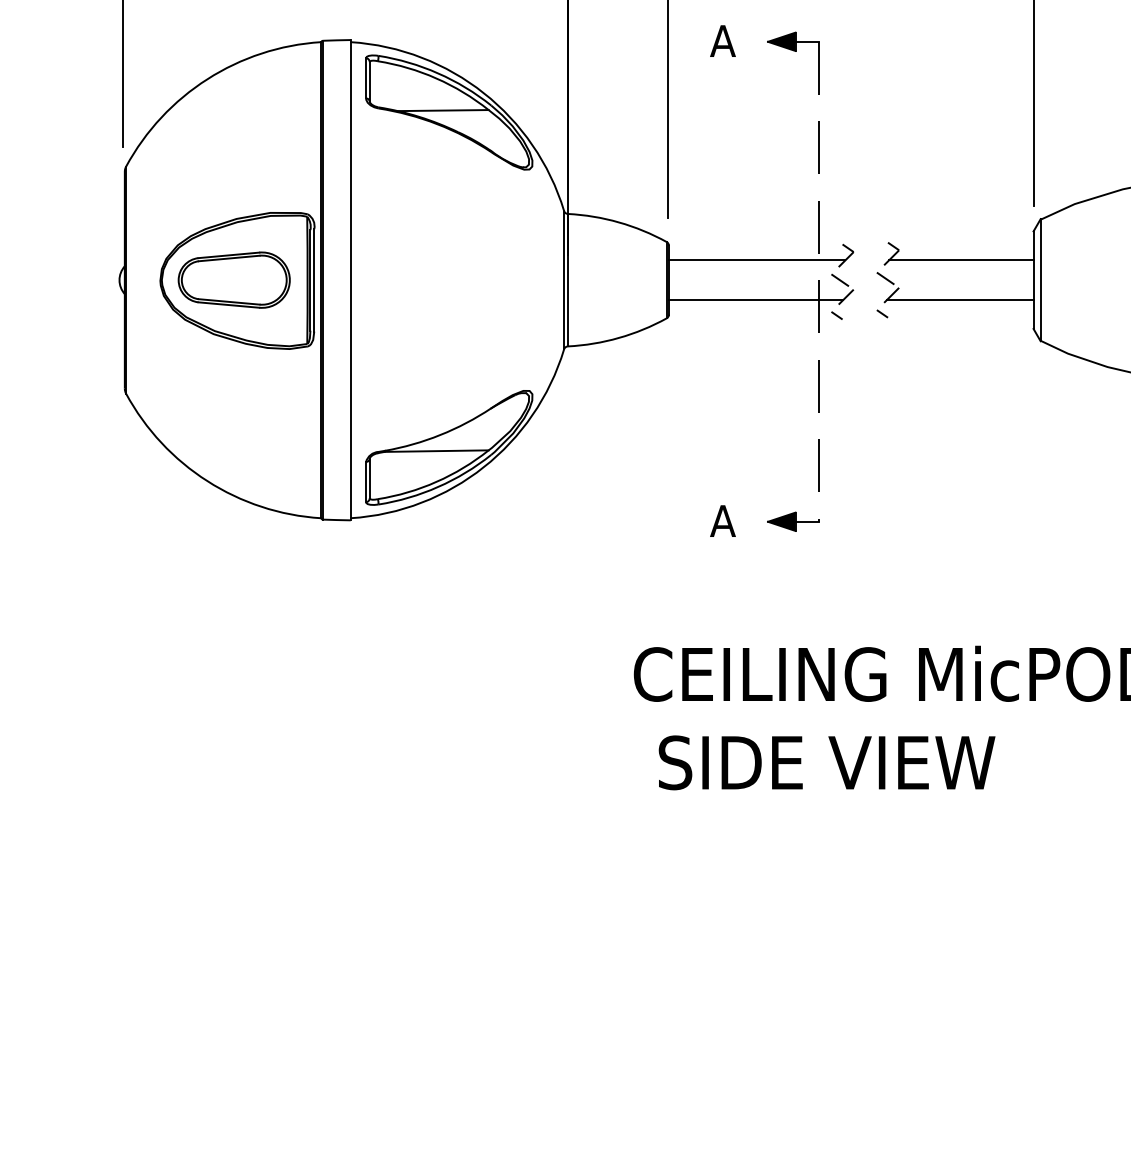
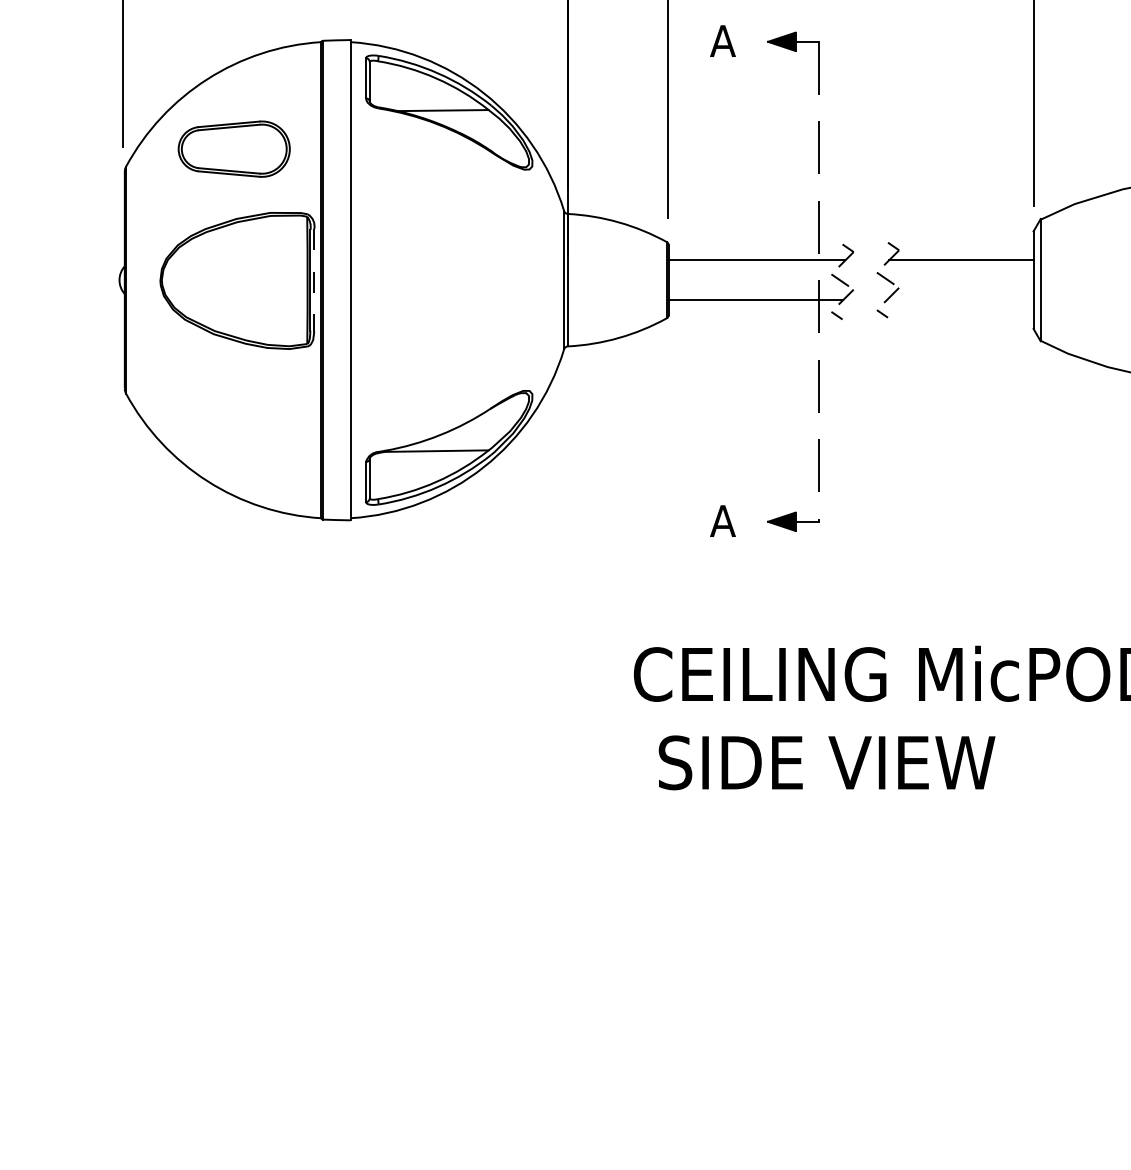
part at (233, 279) position: (233, 279) -> (233, 148)
line at (314, 280): solid -> dashed
line at (959, 300): present -> none
